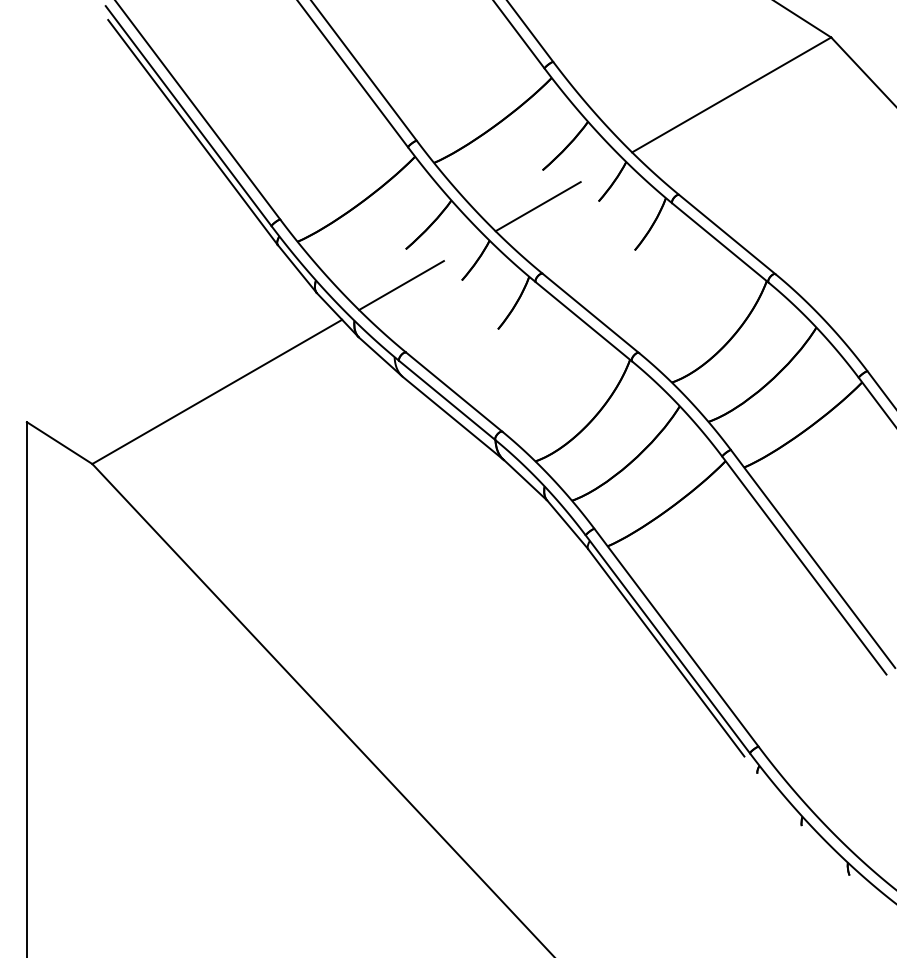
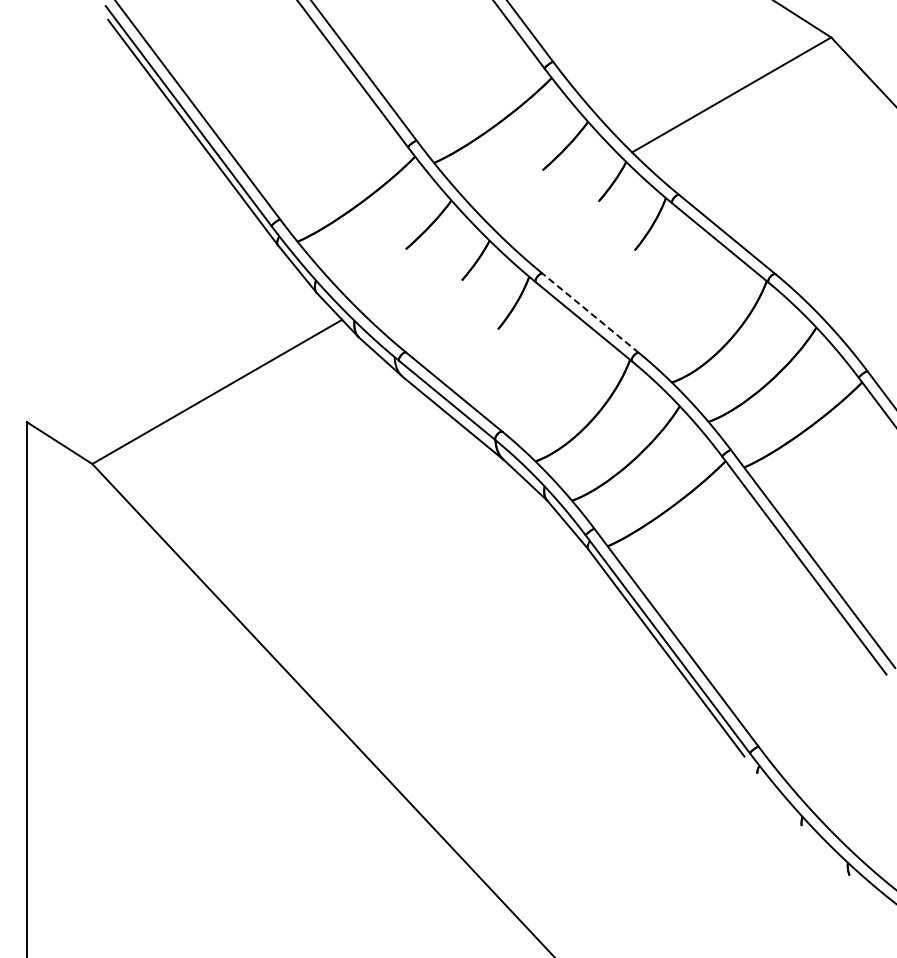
line at (537, 206): present -> none
line at (401, 285): present -> none
line at (590, 313): solid -> dashed
